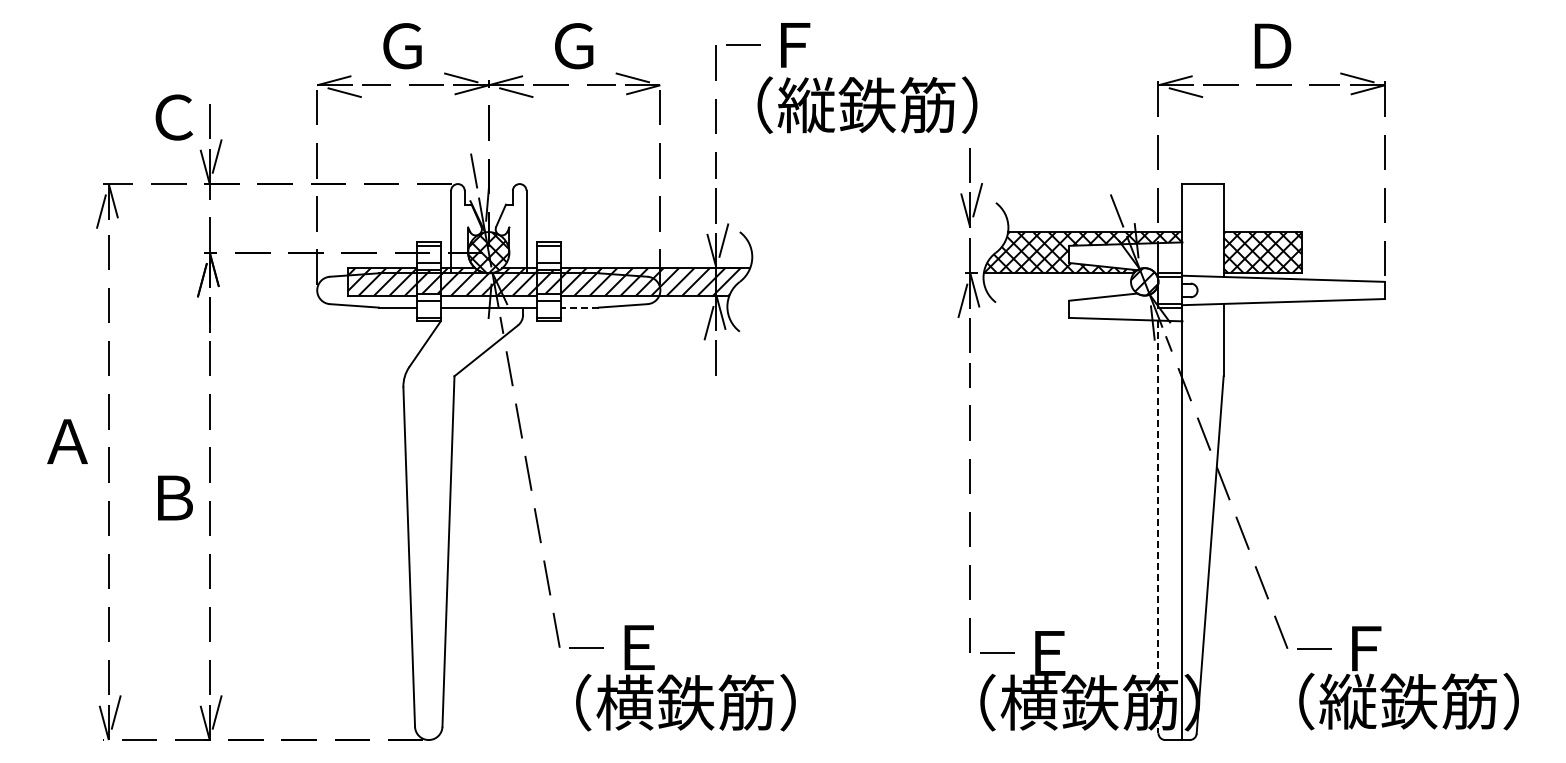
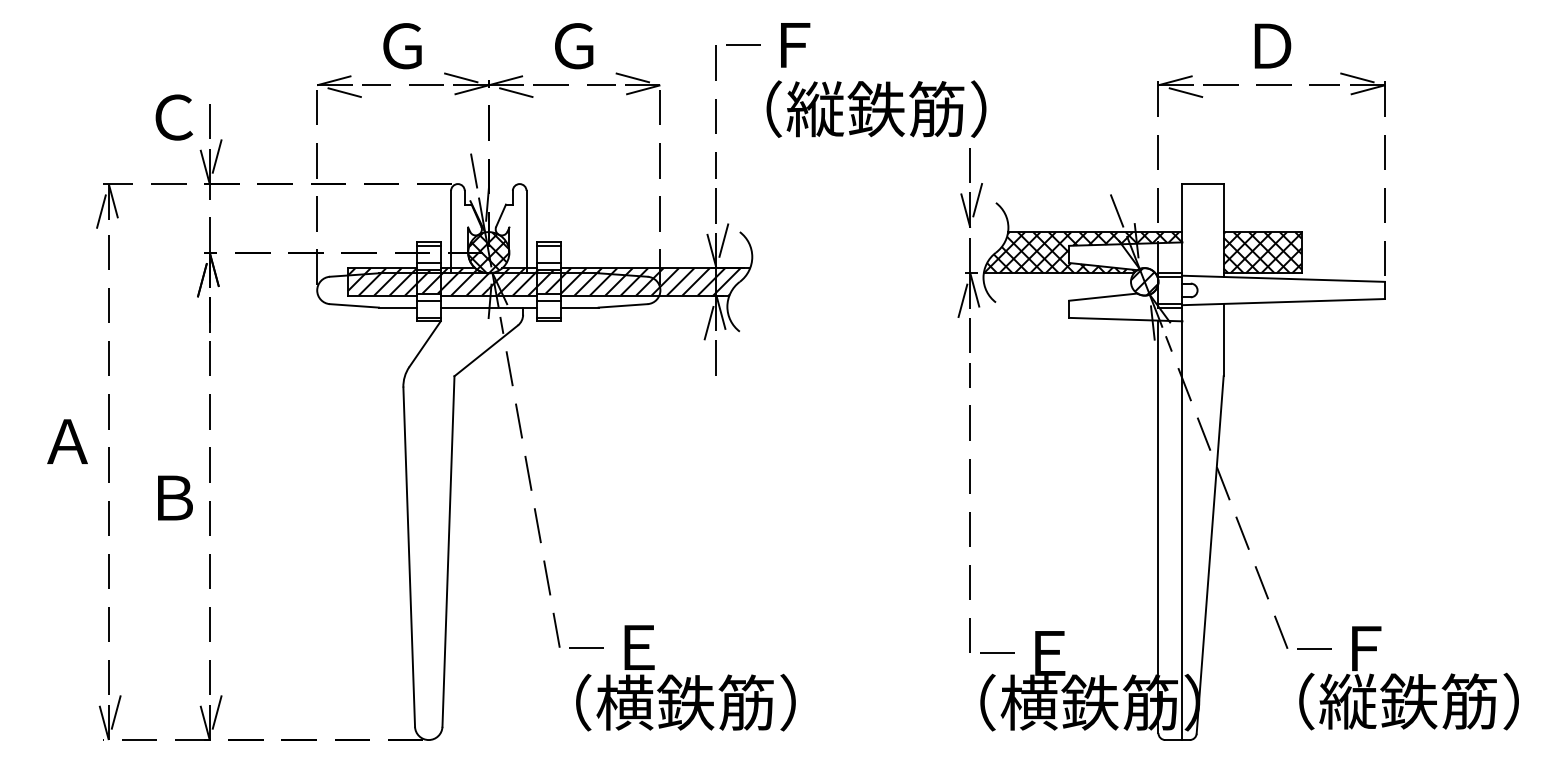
text at (867, 104) position: (867, 104) -> (876, 108)
line at (579, 307): dashed -> solid
line at (1158, 527): dashed -> solid
